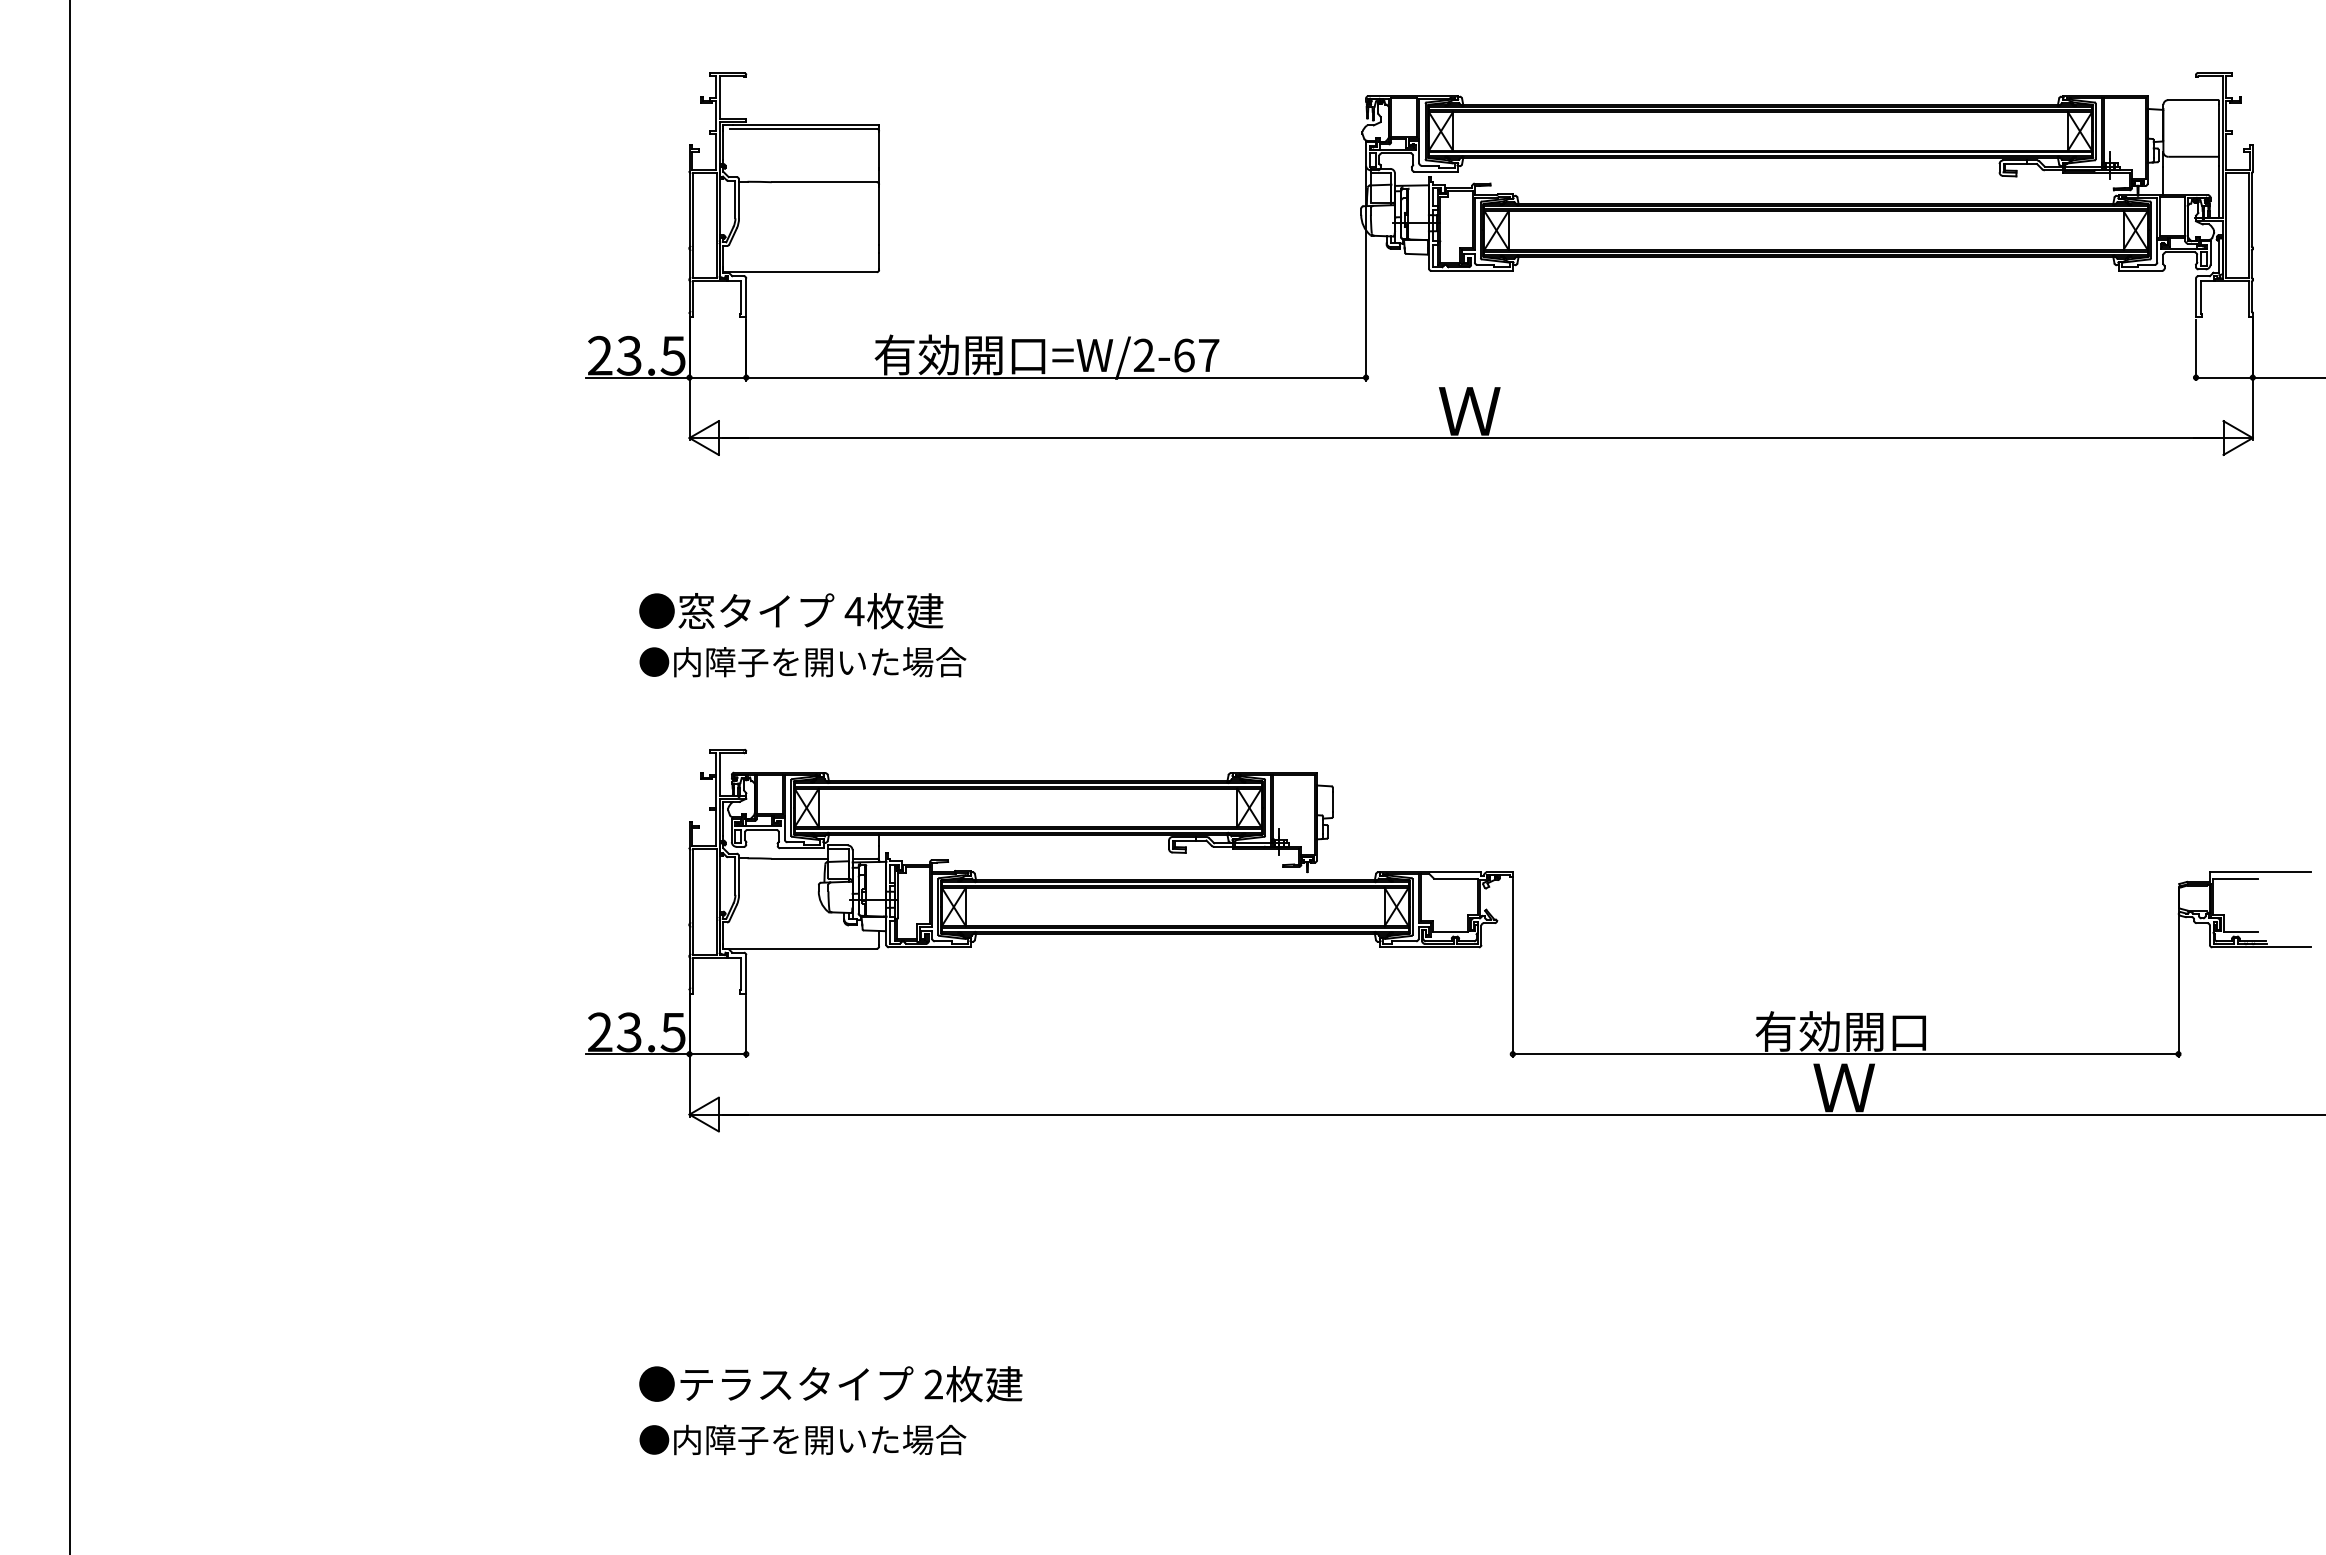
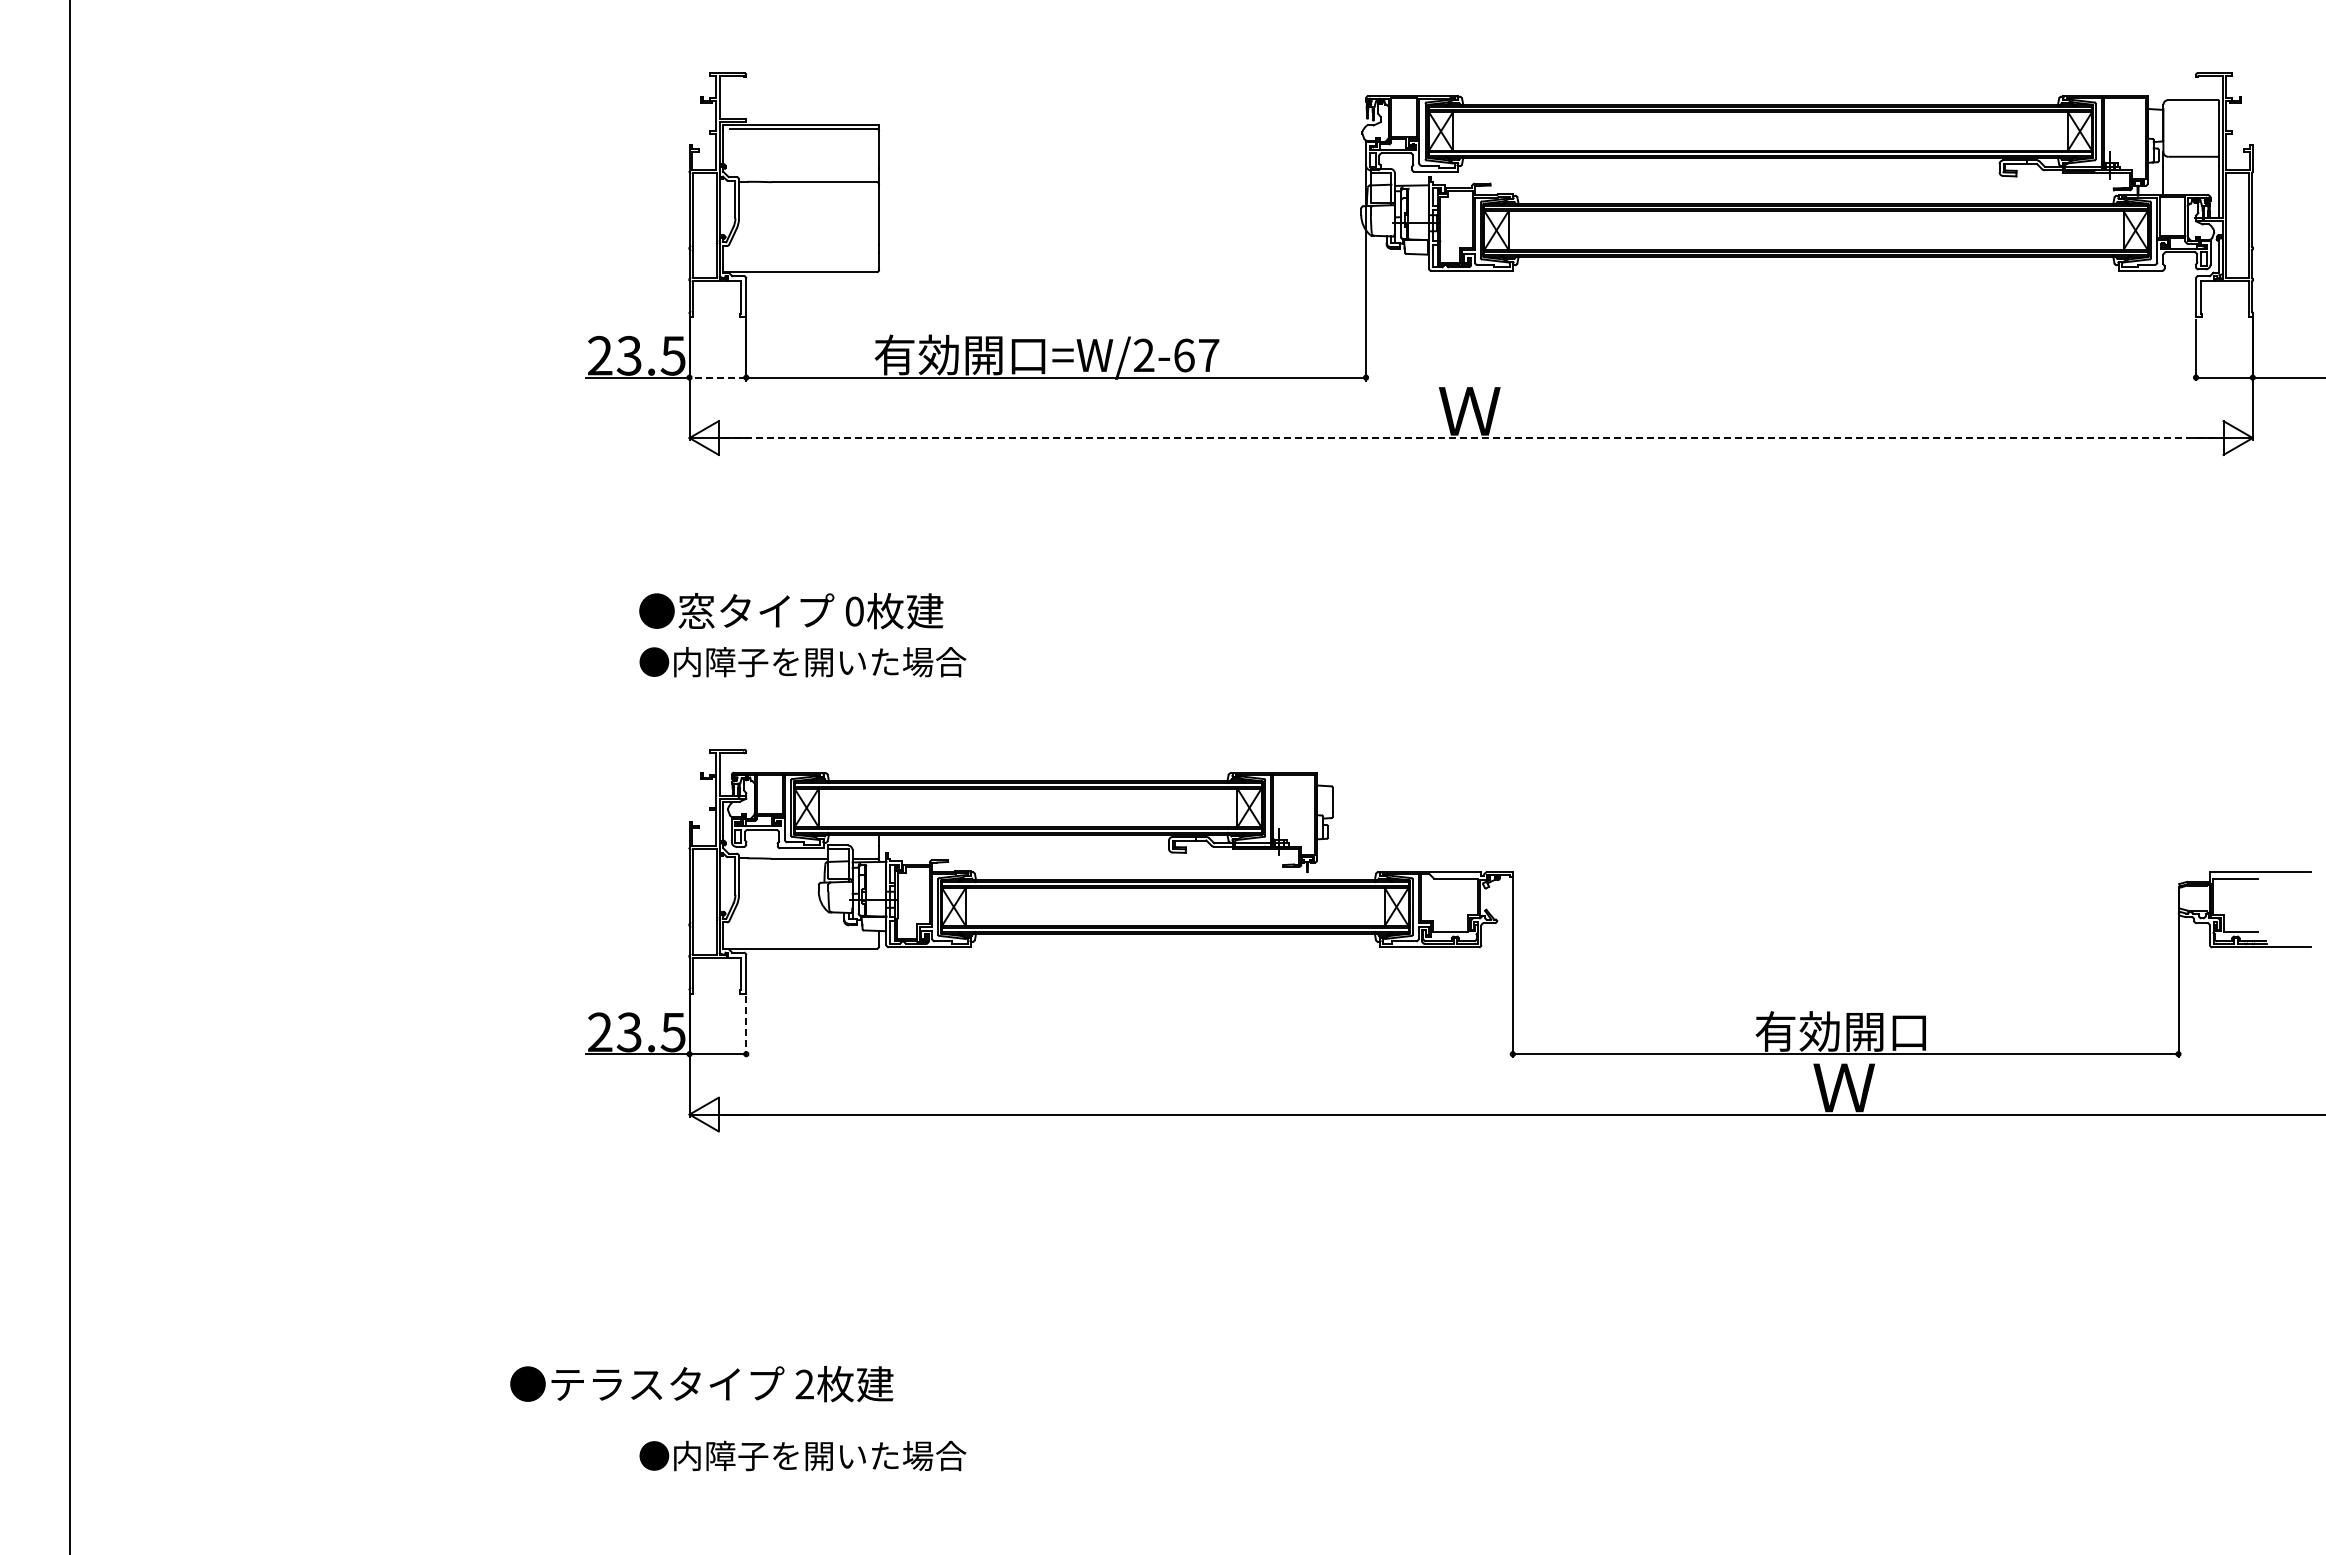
line at (717, 377): solid -> dashed
line at (1471, 438): solid -> dashed
text at (854, 611): 4 -> 0
line at (746, 1026): solid -> dashed
text at (830, 1384) position: (830, 1384) -> (701, 1384)
text at (802, 1439) position: (802, 1439) -> (802, 1455)
